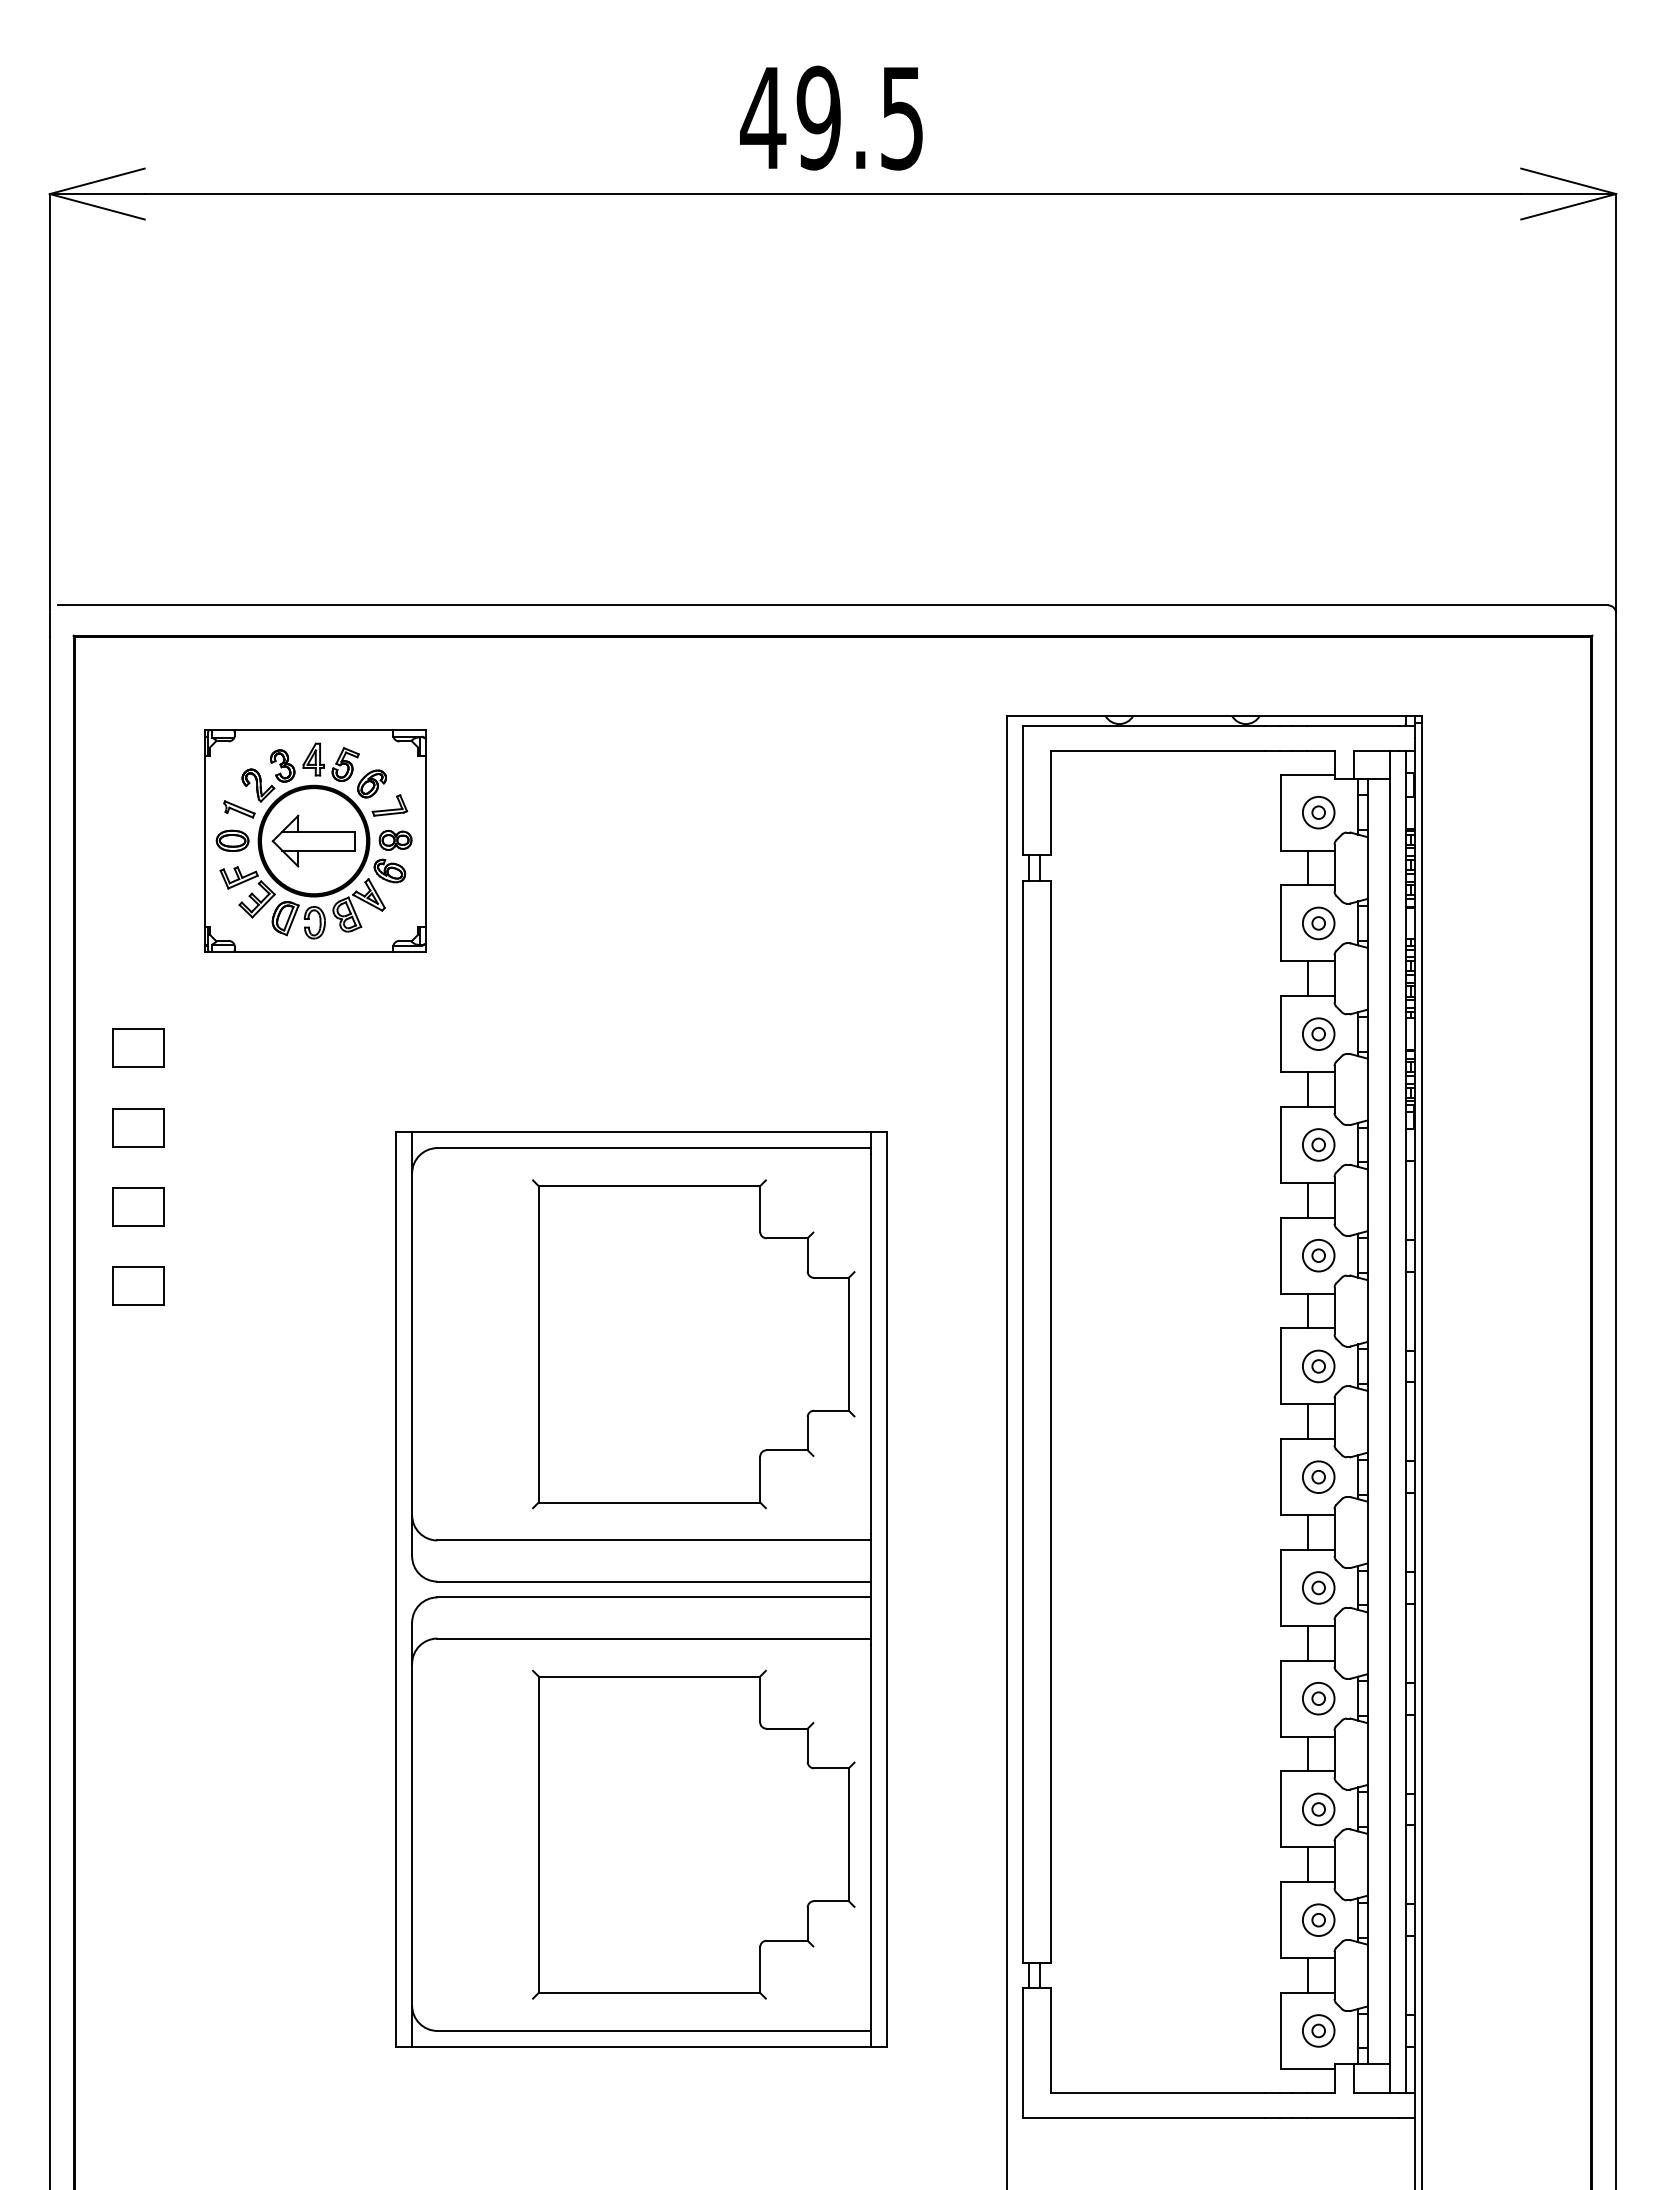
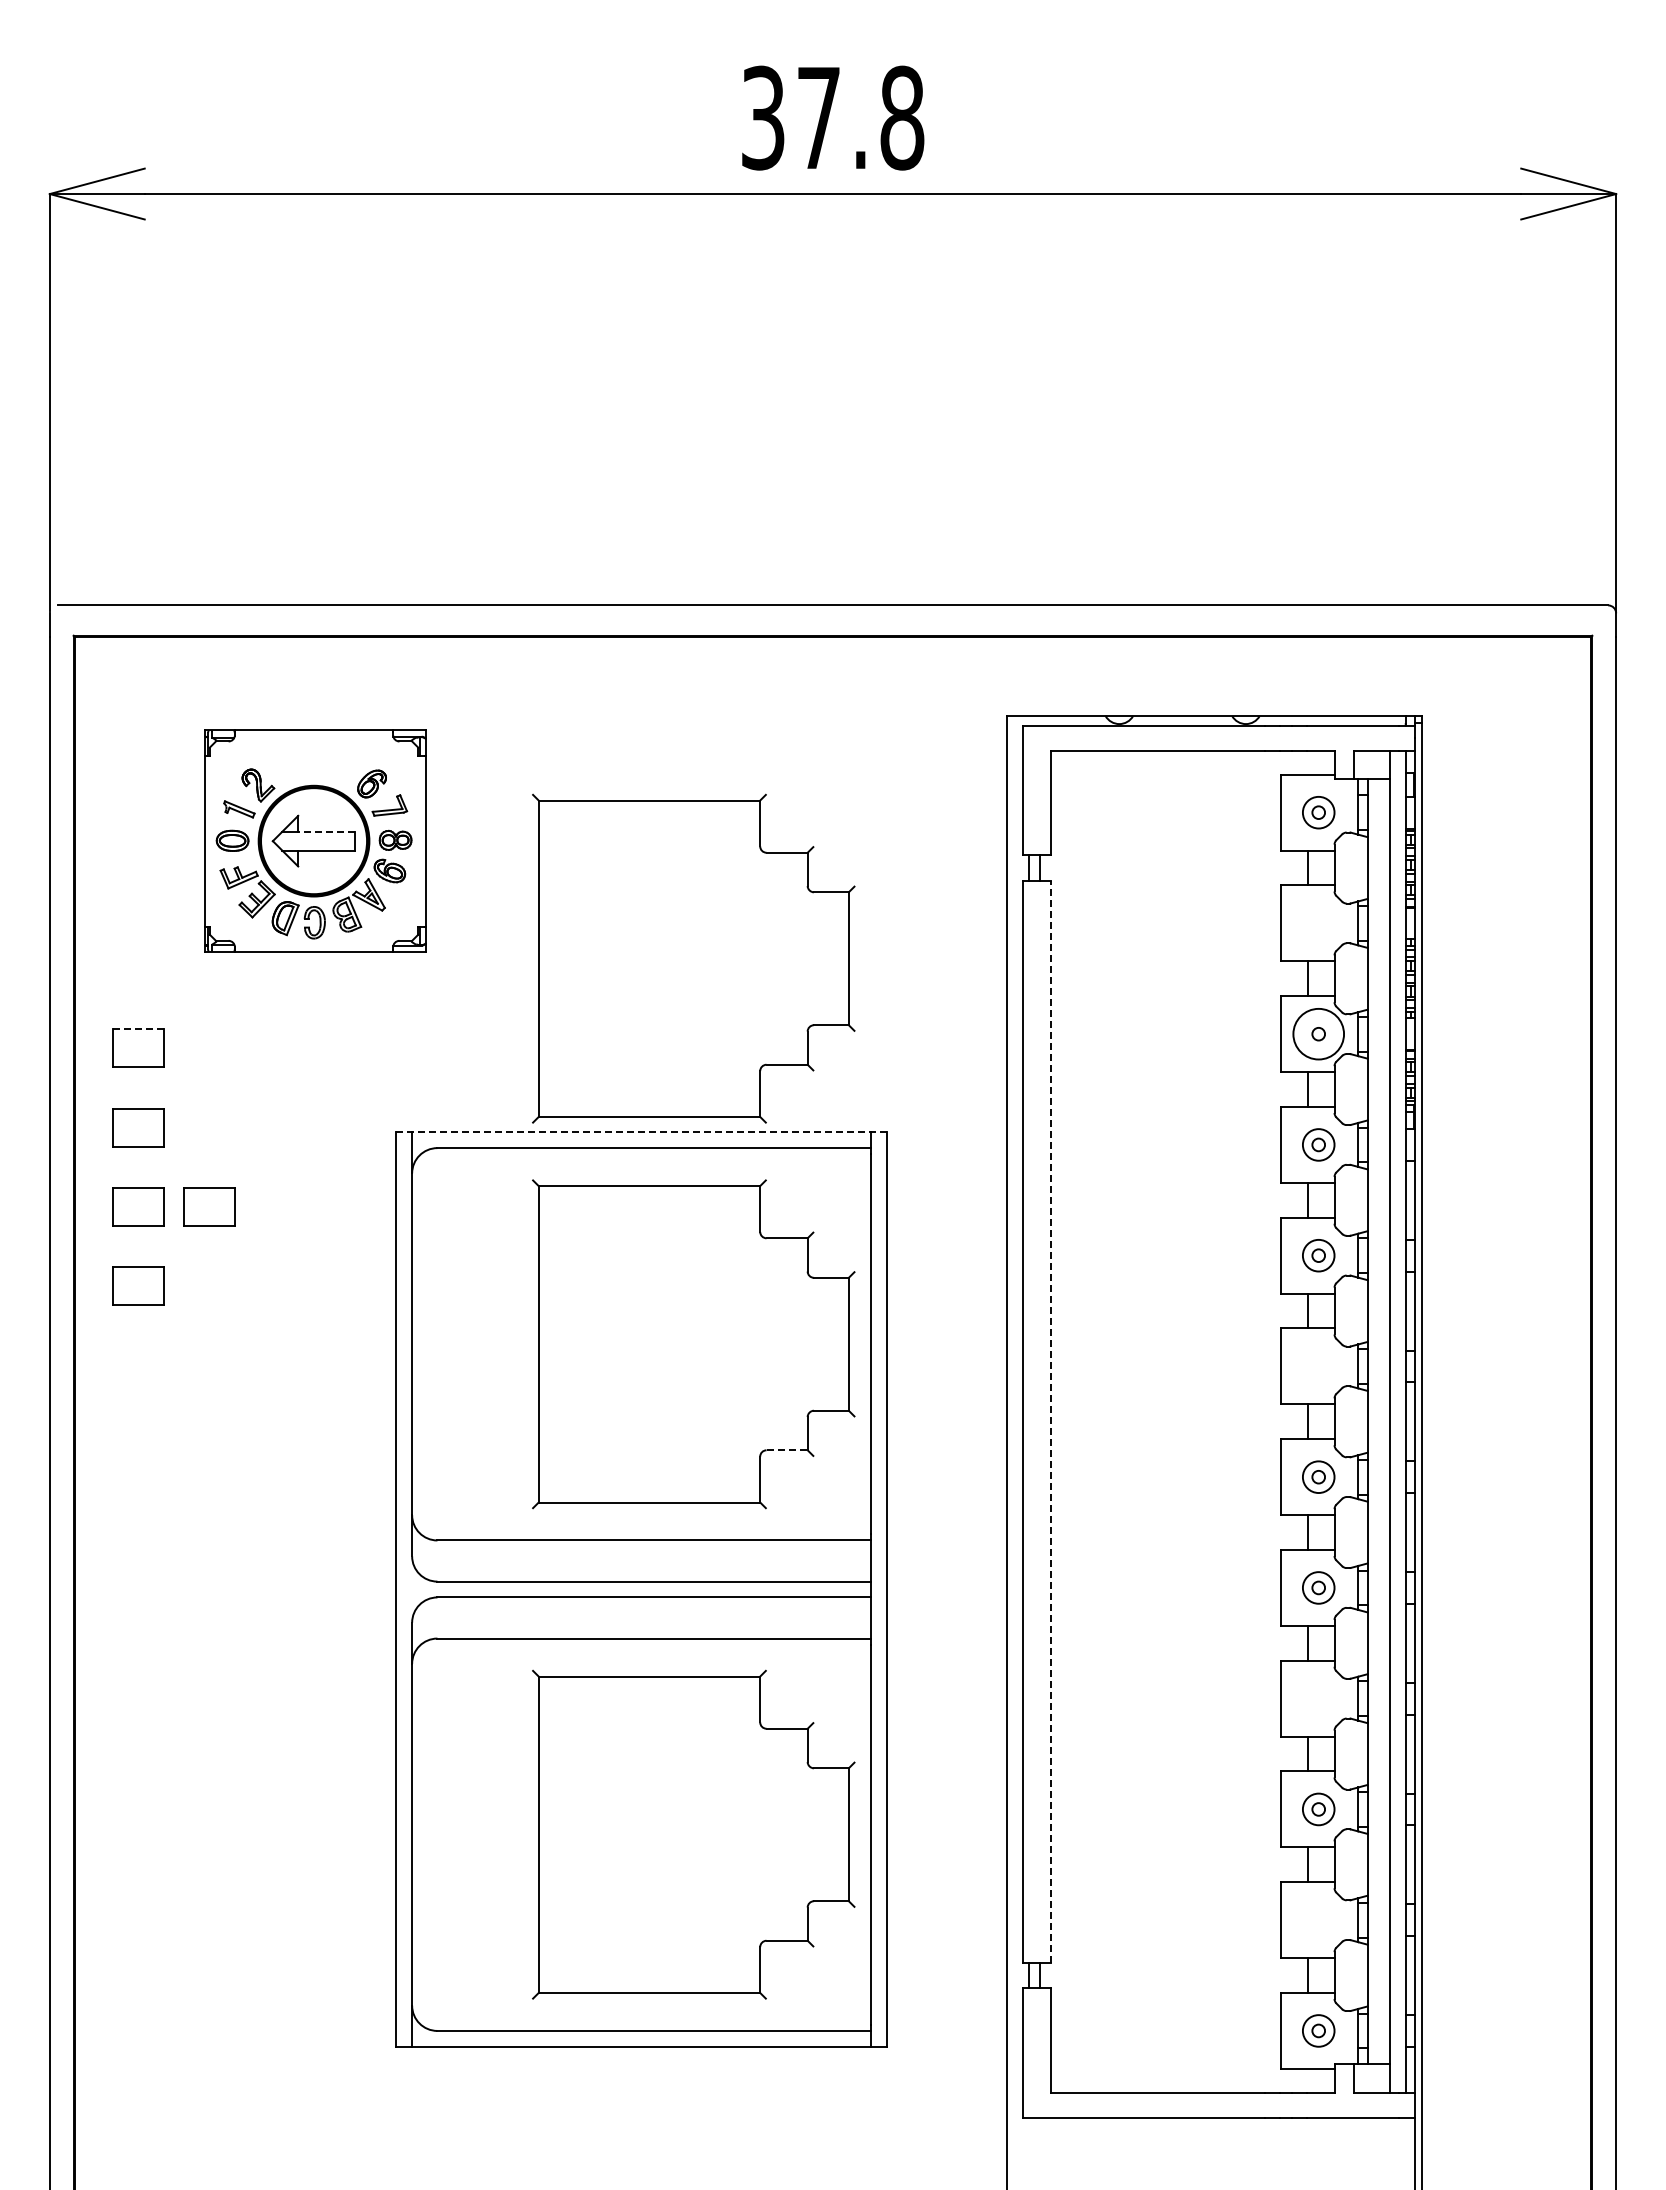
text at (832, 117): 49.5 -> 37.8
part at (314, 762): present -> none
line at (326, 831): solid -> dashed
part at (1318, 923): present -> none
part at (693, 958): none -> present
line at (137, 1029): solid -> dashed
circle at (1318, 1034) diameter: 32 px -> 51 px
line at (641, 1132): solid -> dashed
part at (209, 1206): none -> present
part at (1318, 1366): present -> none
line at (1051, 1421): solid -> dashed
line at (787, 1450): solid -> dashed
part at (1318, 1698): present -> none
part at (1318, 1919): present -> none
